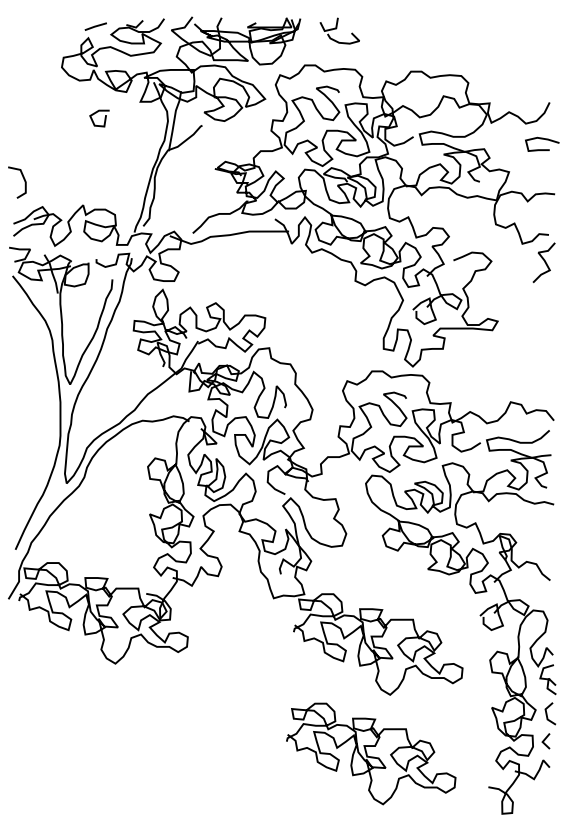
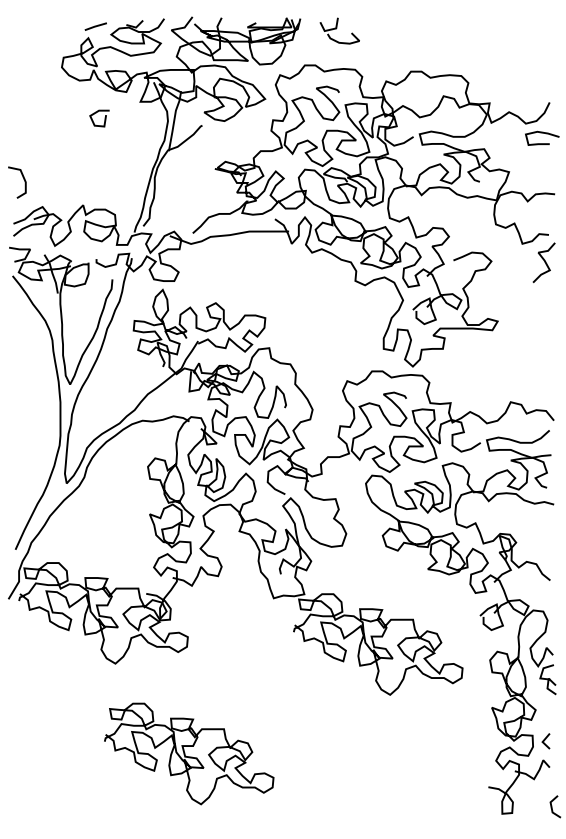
curve at (542, 139) position: (542, 139) -> (542, 133)
line at (547, 713) position: (547, 713) -> (552, 806)
curve at (371, 756) position: (371, 756) -> (189, 756)
